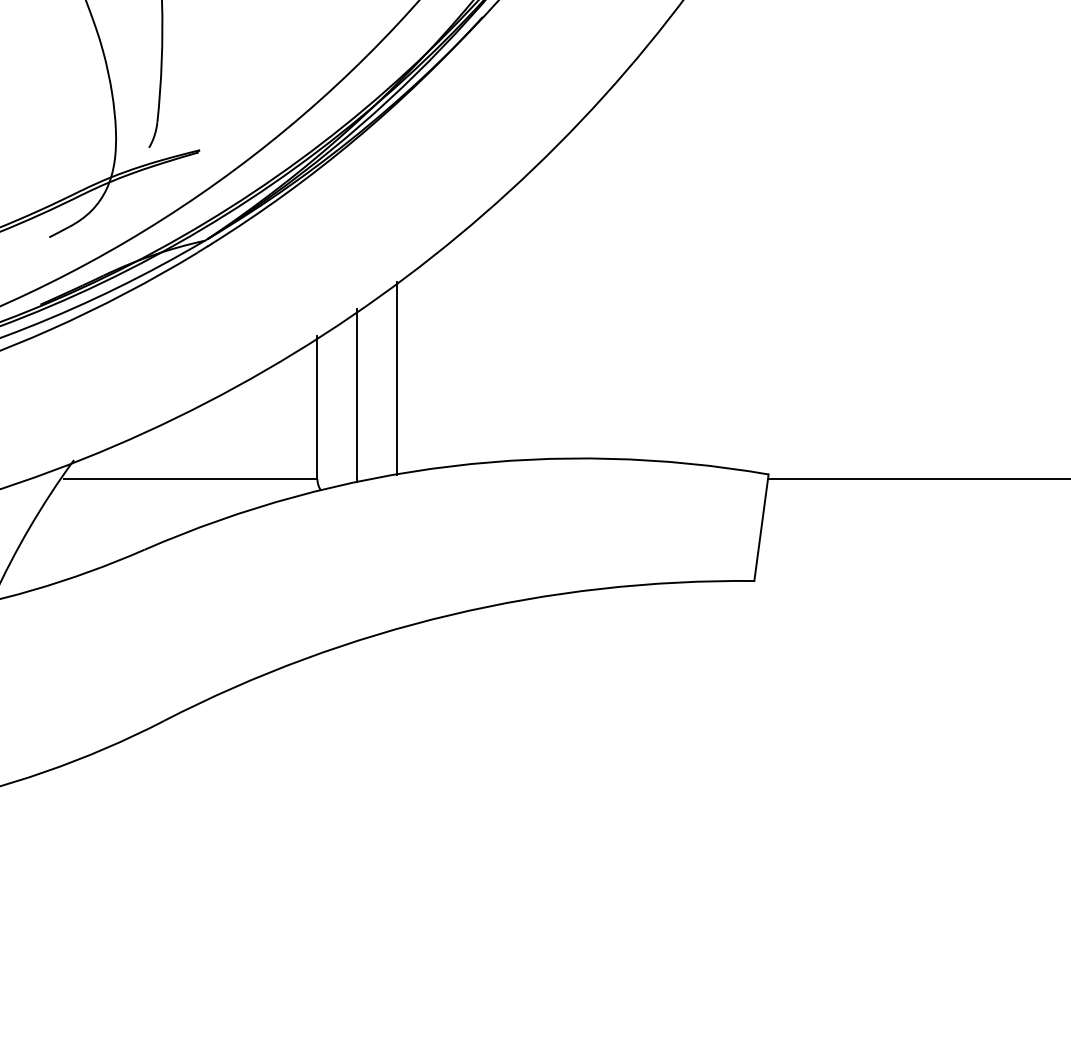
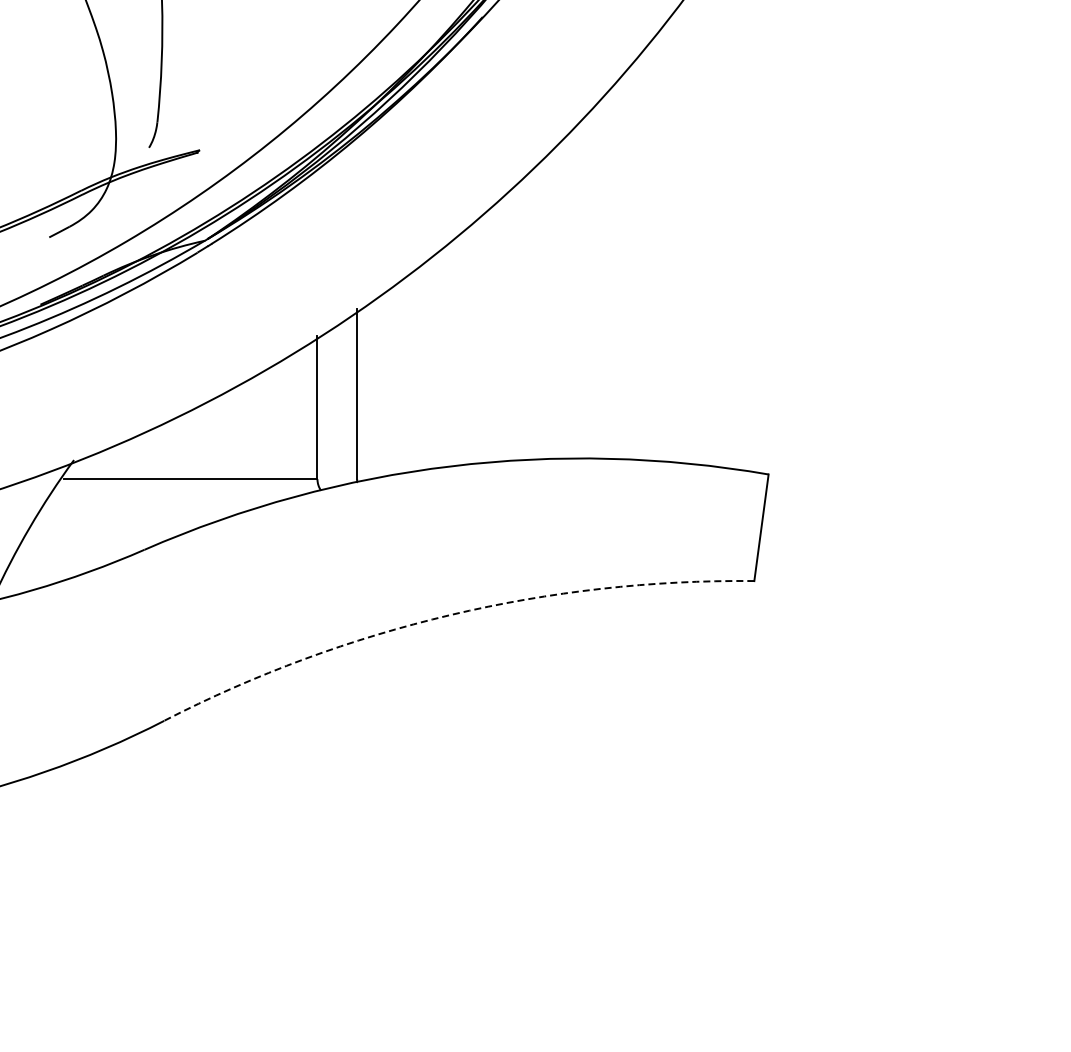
line at (396, 378): present -> none
line at (917, 479): present -> none
arc at (450, 614): solid -> dashed
